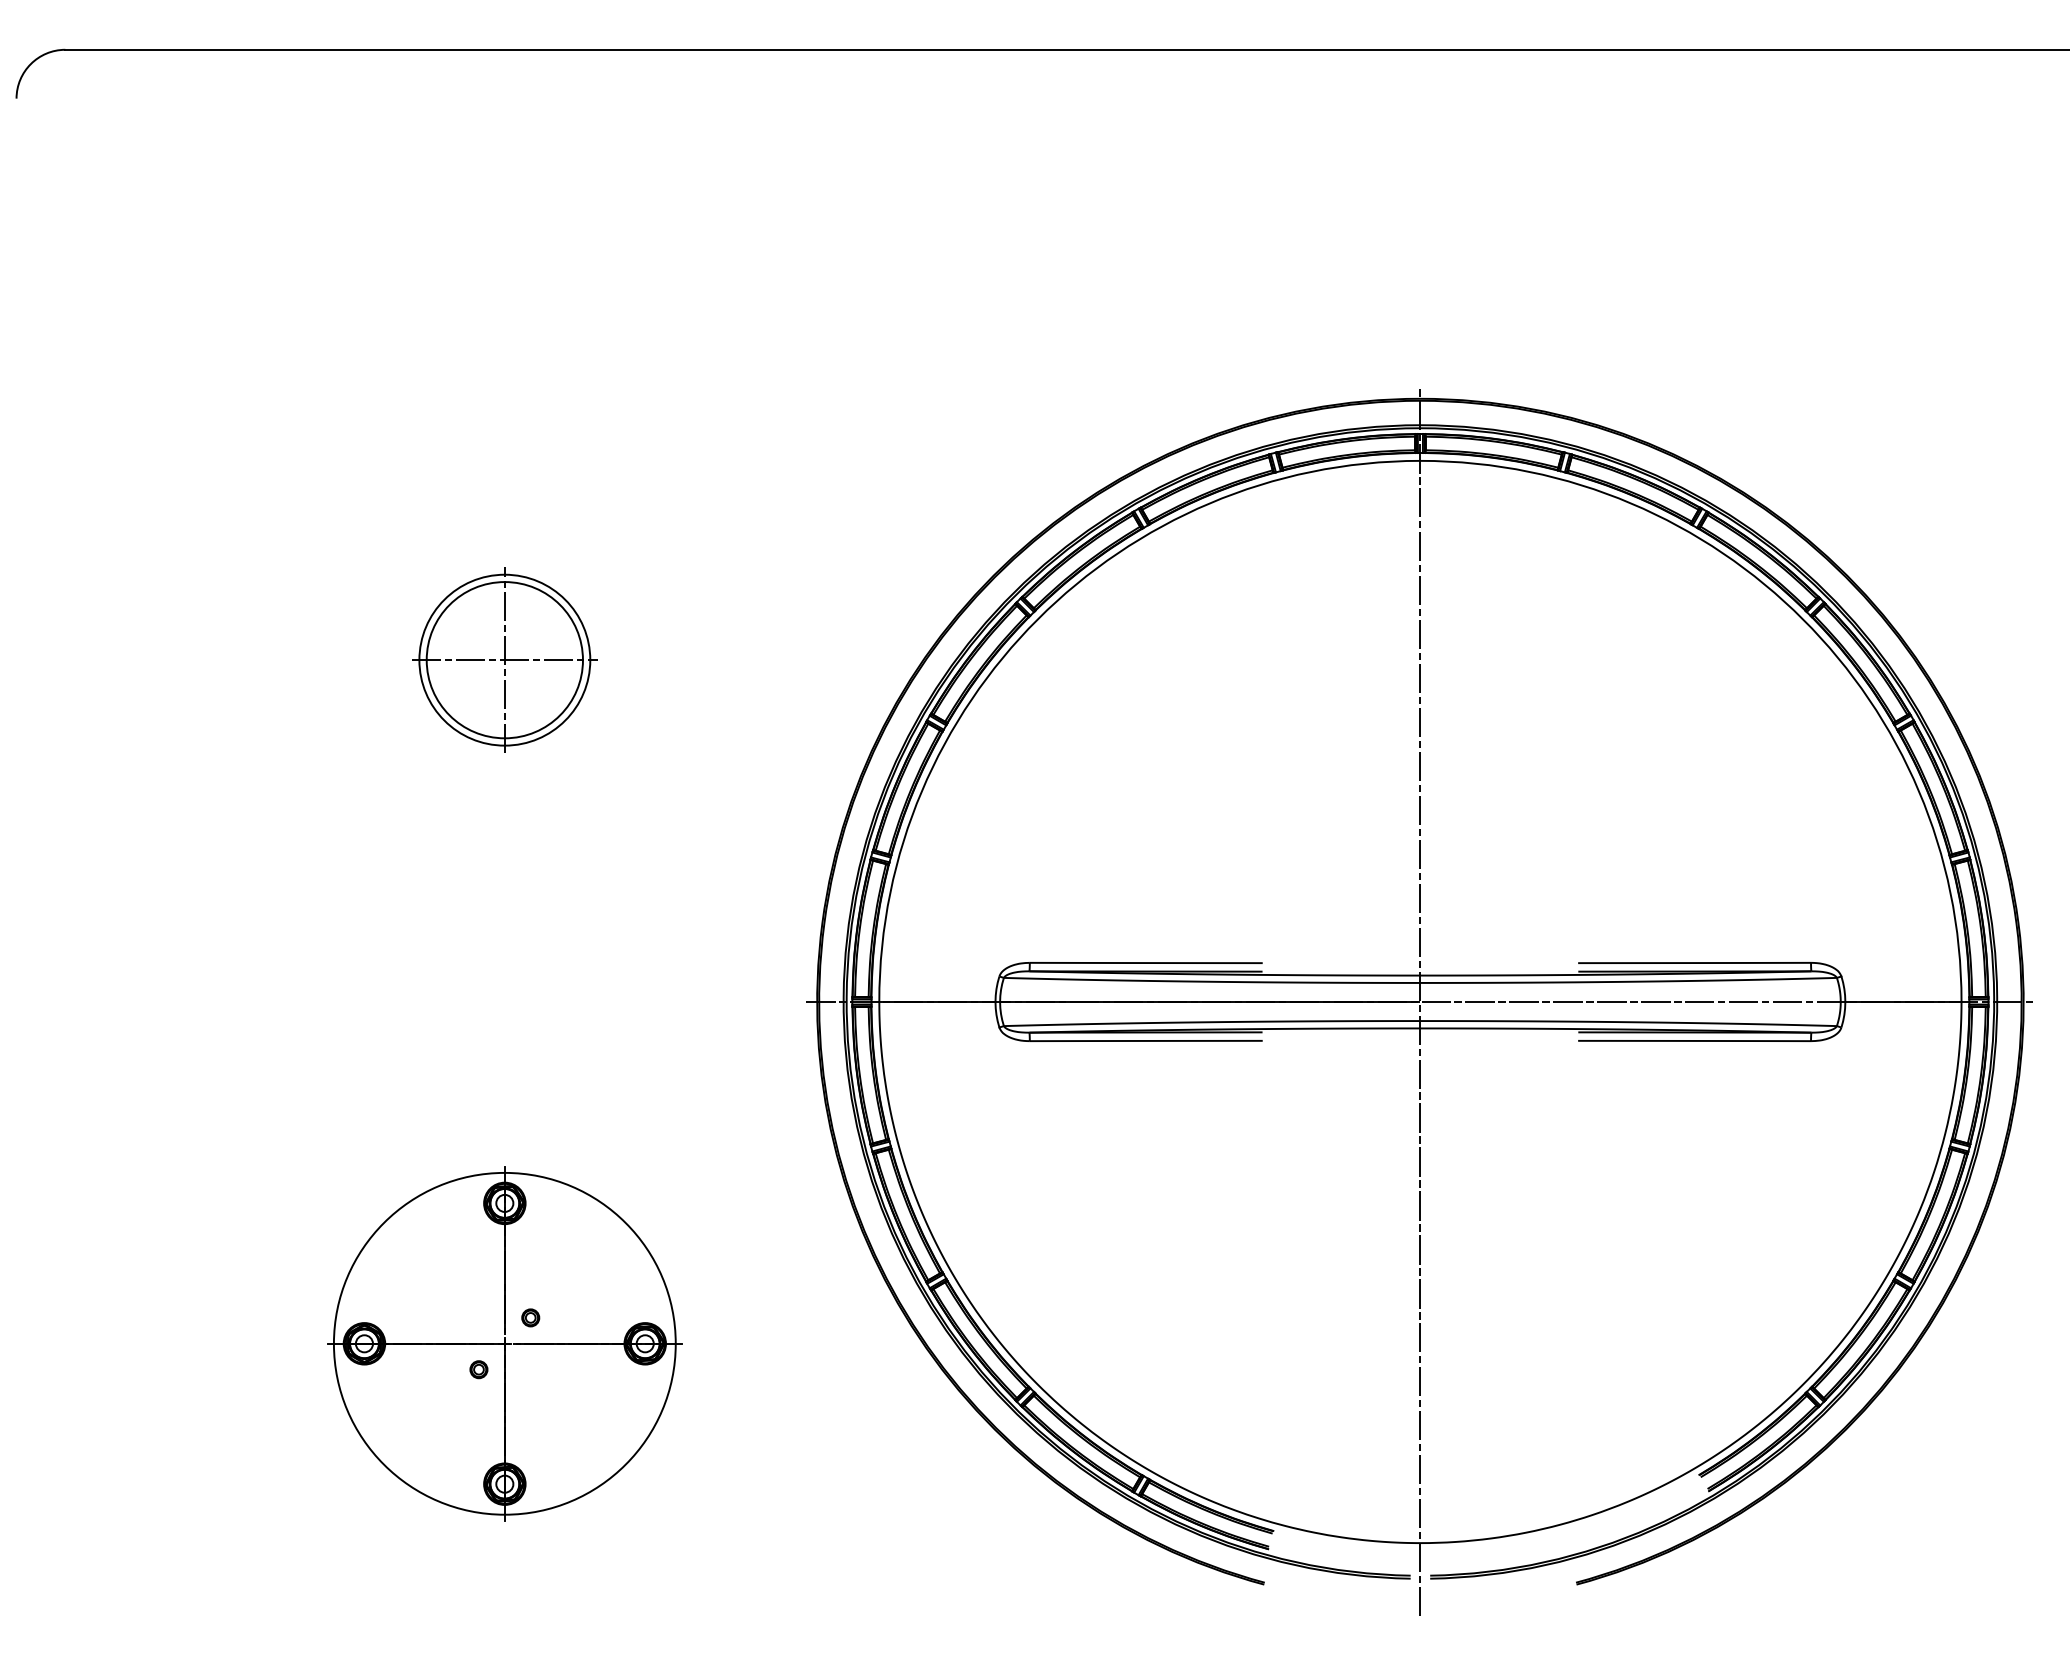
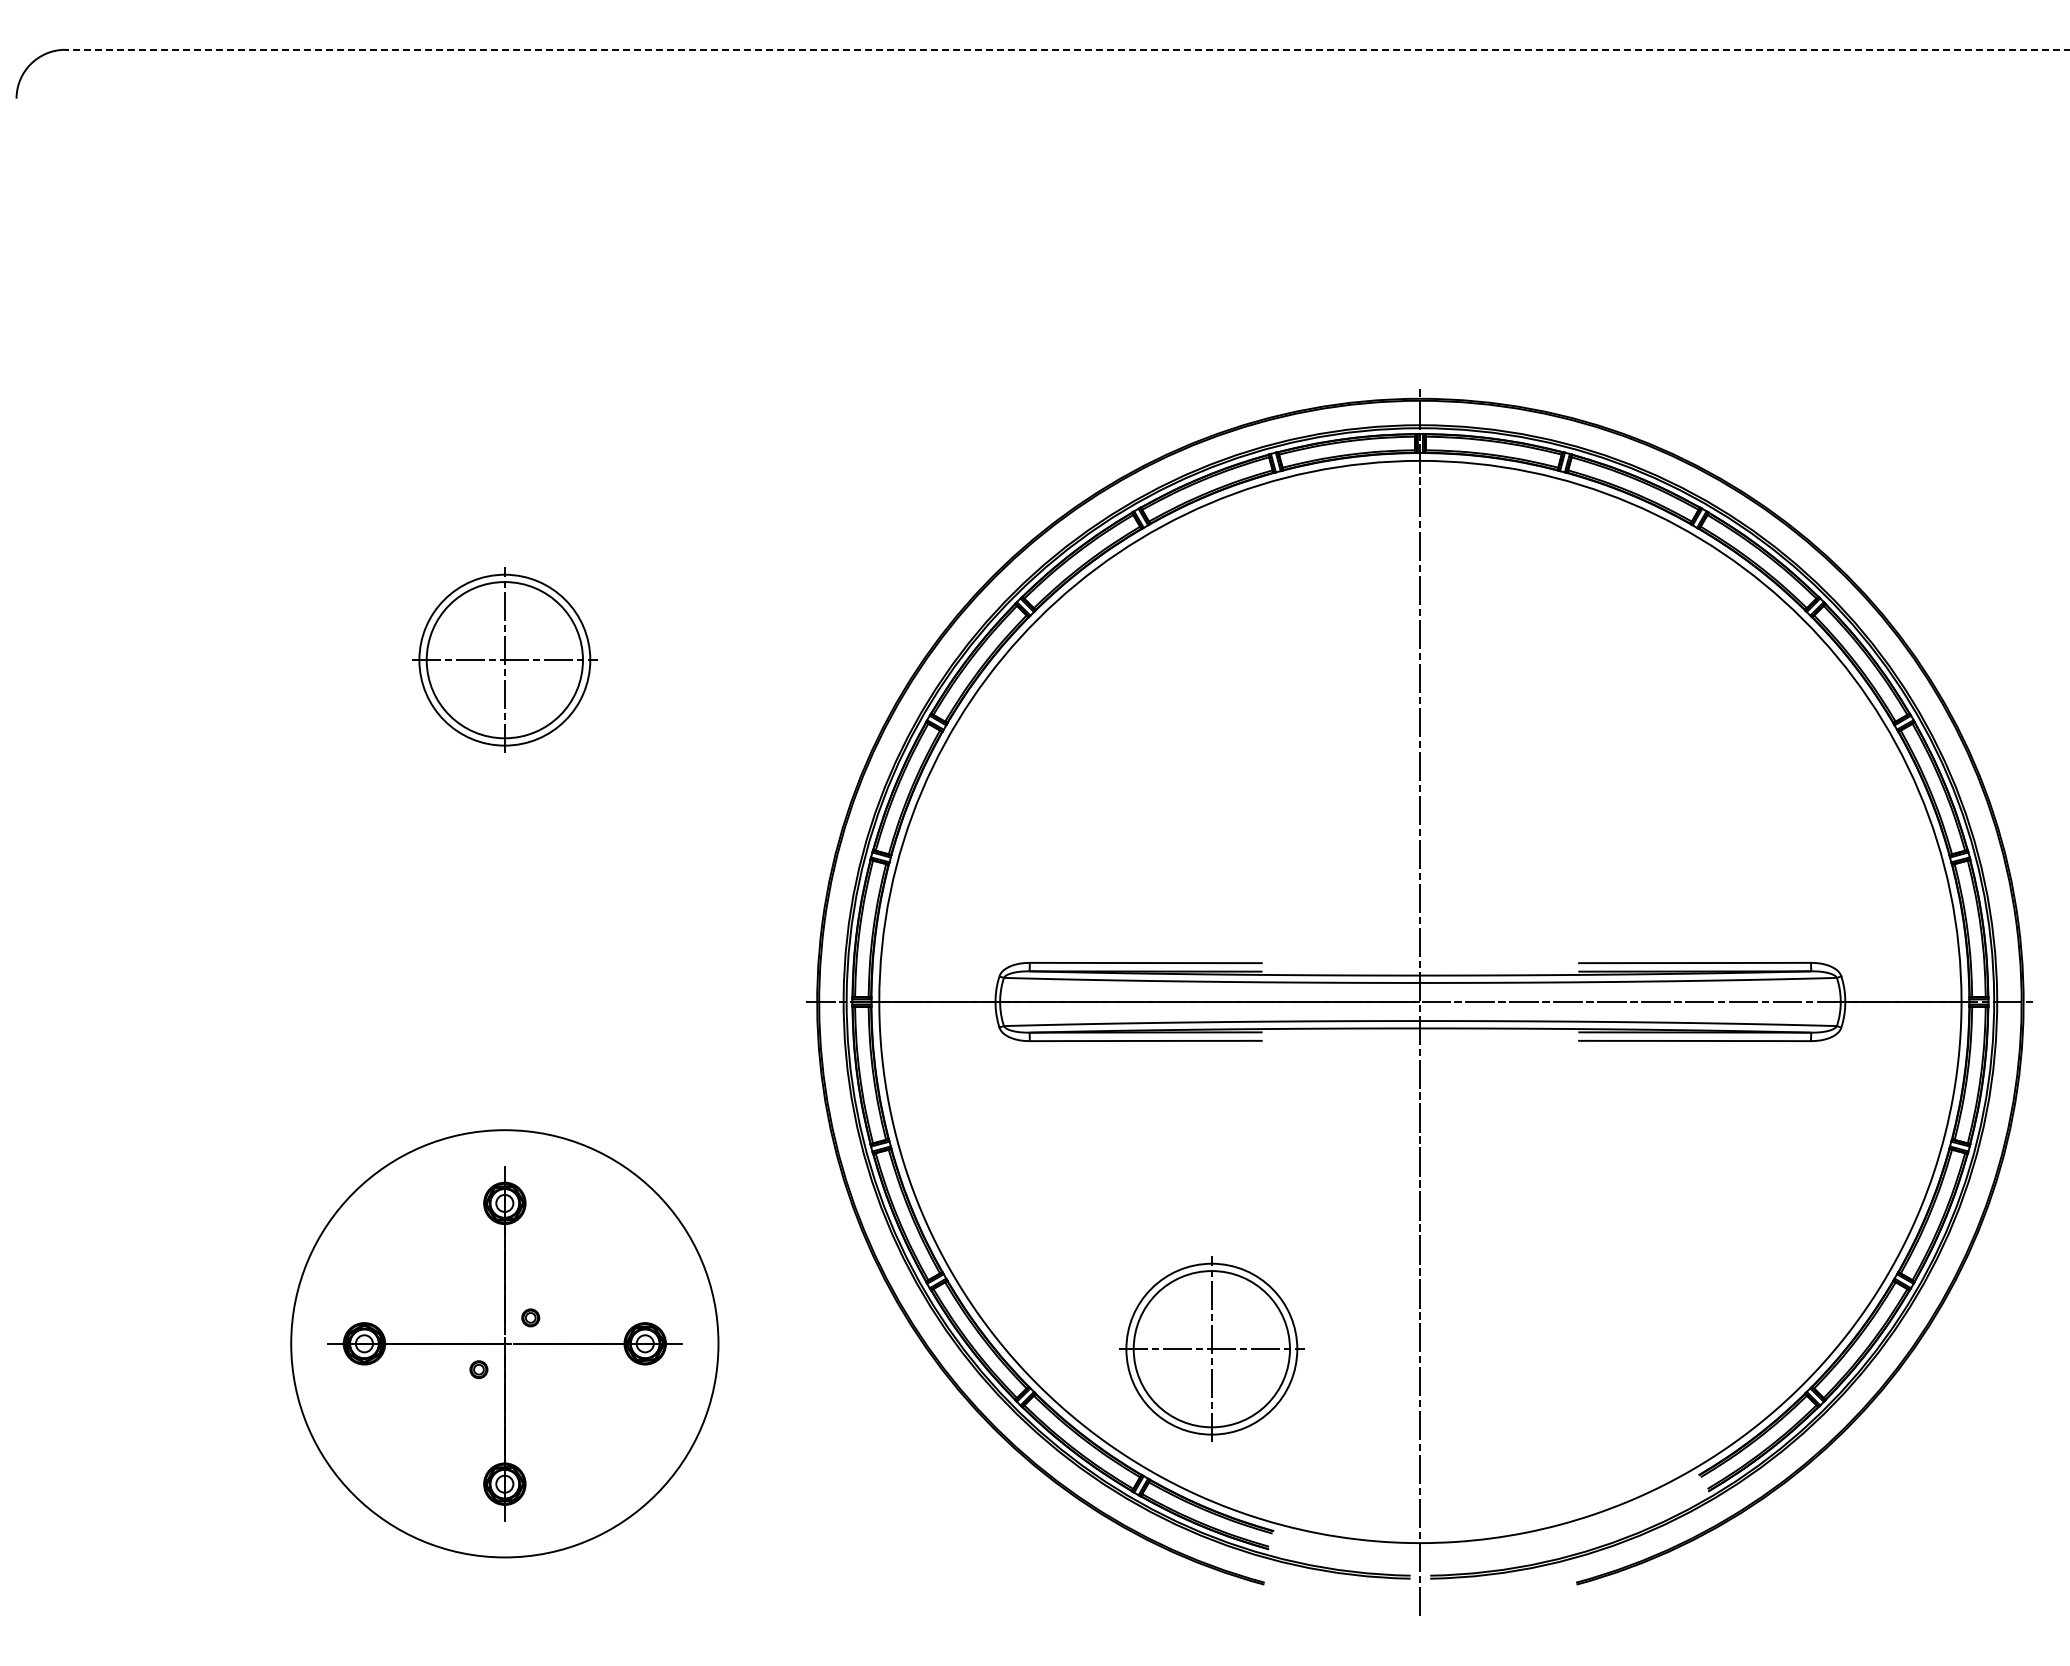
line at (1067, 49): solid -> dashed
circle at (504, 1343) diameter: 342 px -> 427 px
part at (1211, 1348): none -> present
